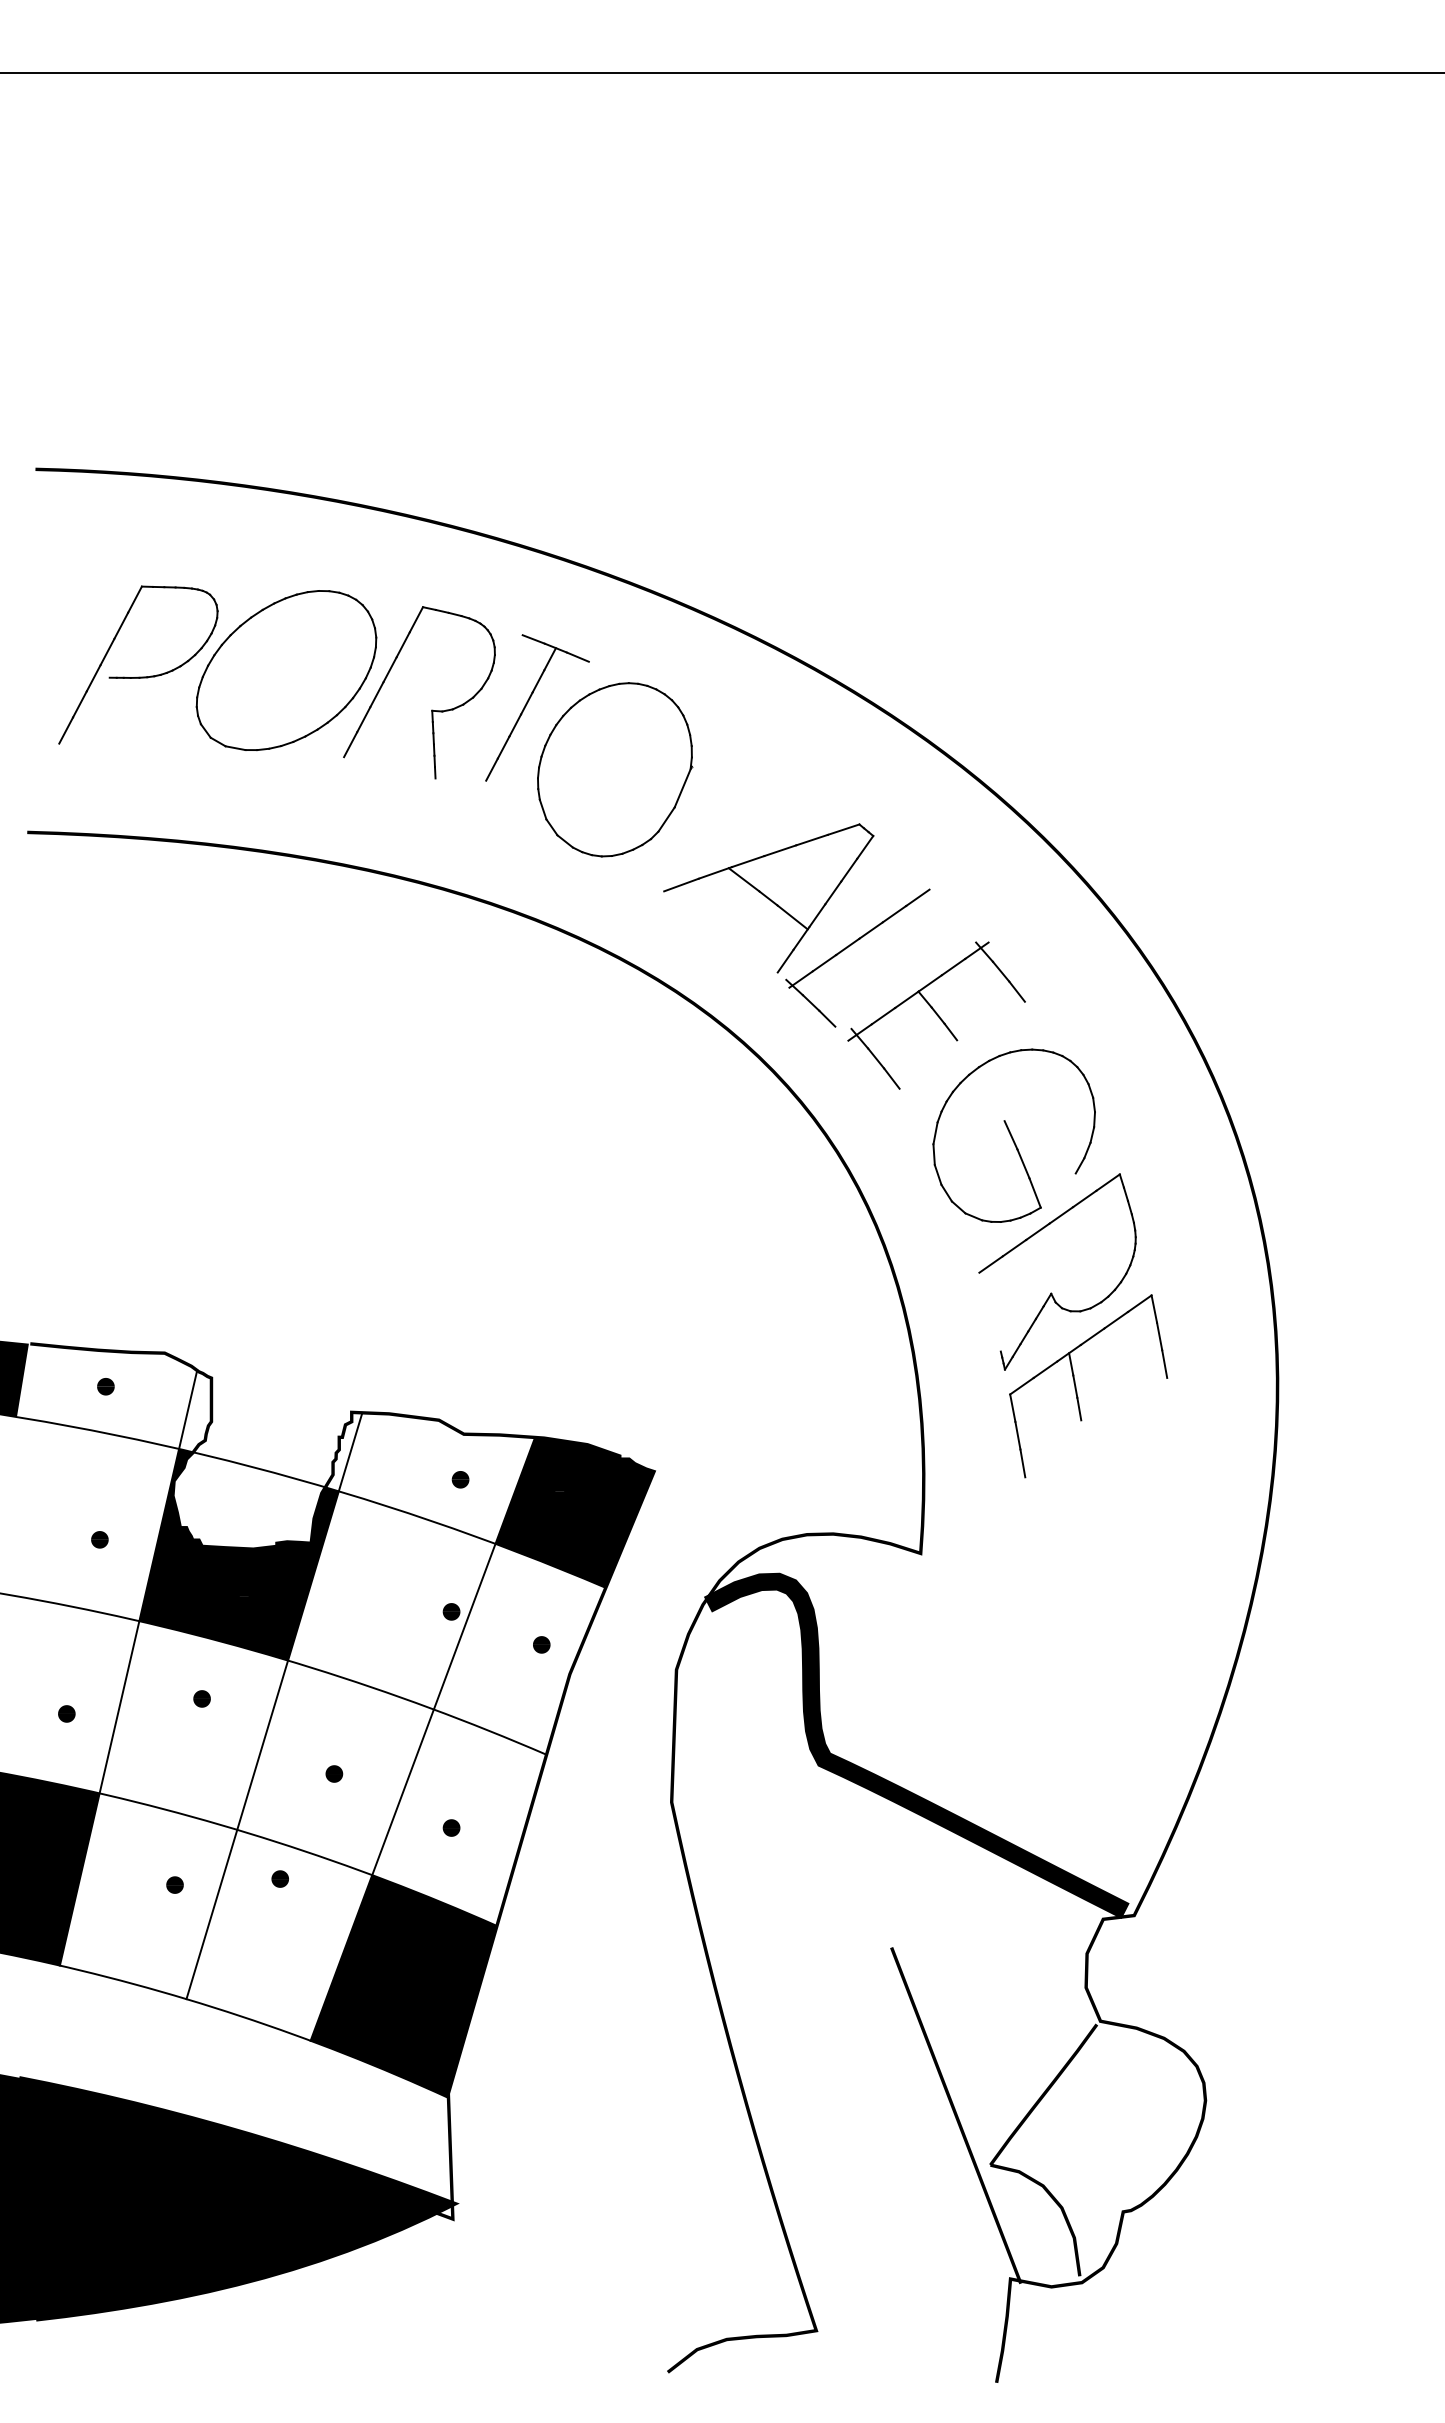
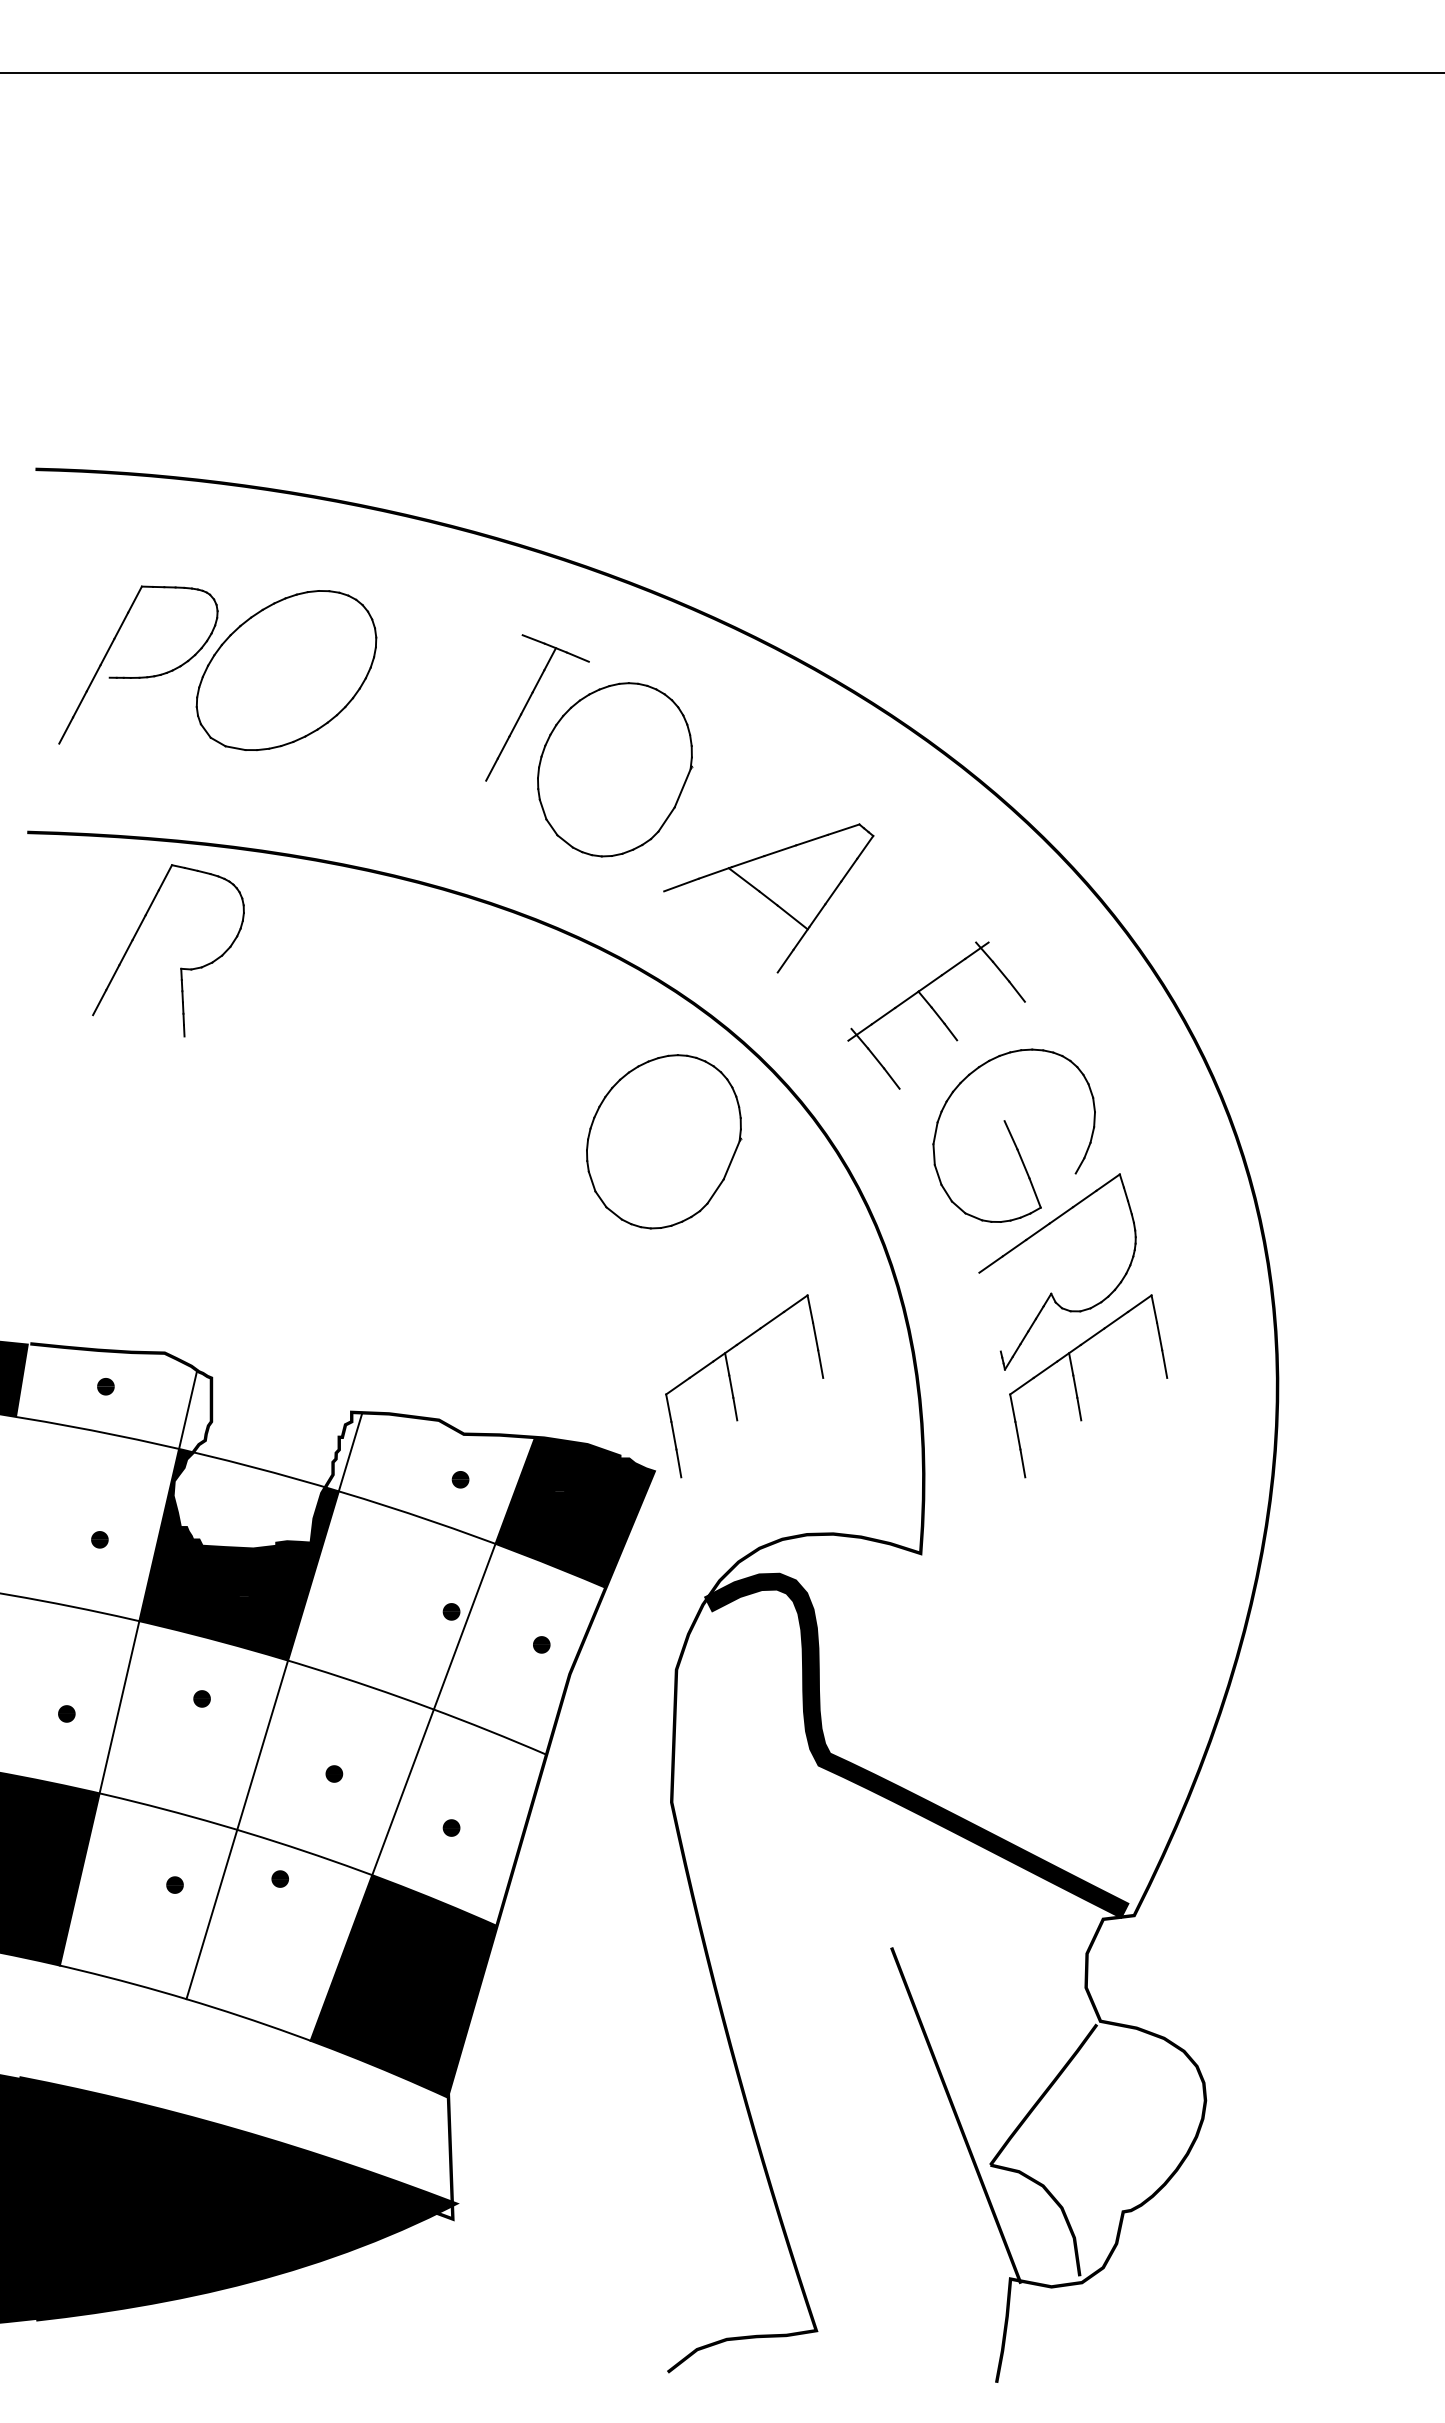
part at (431, 709) position: (431, 709) -> (180, 967)
part at (850, 946): present -> none
part at (664, 1141): none -> present
part at (732, 1386): none -> present
